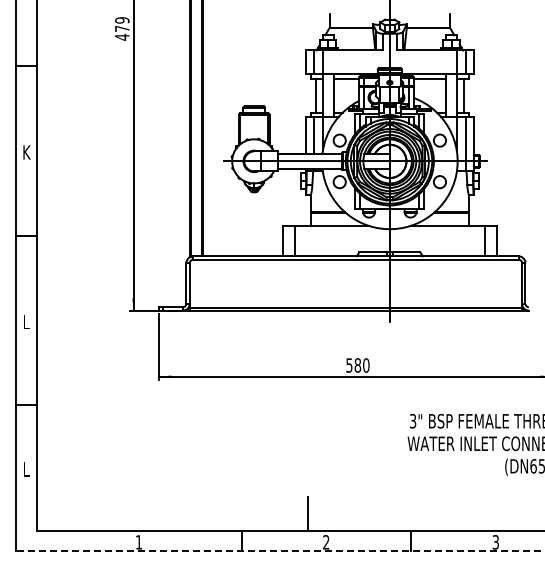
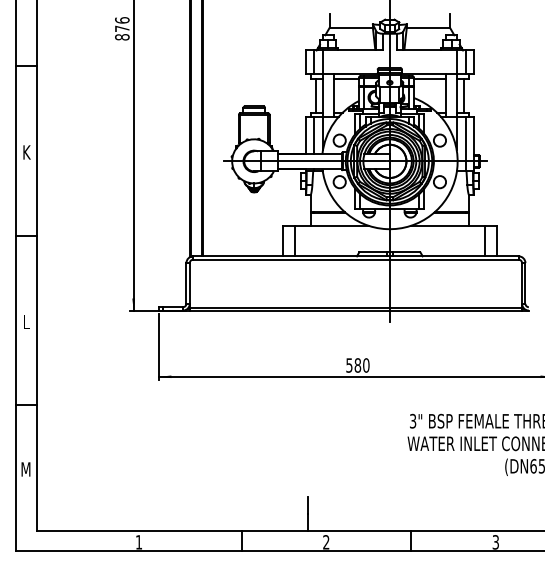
text at (122, 28): 479 -> 876
text at (25, 469): L -> M
line at (280, 550): dashed -> solid
